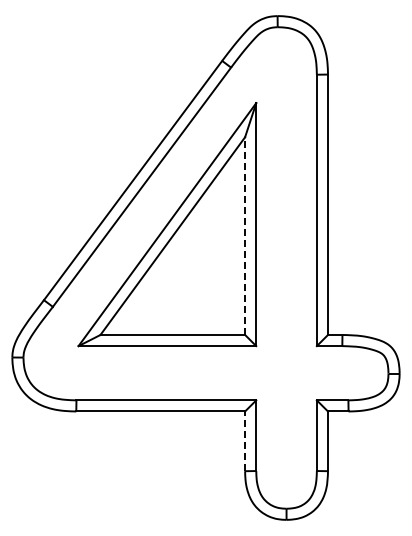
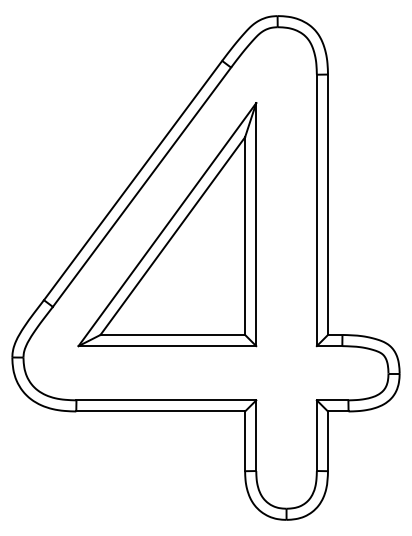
line at (245, 236): dashed -> solid
line at (245, 441): dashed -> solid
